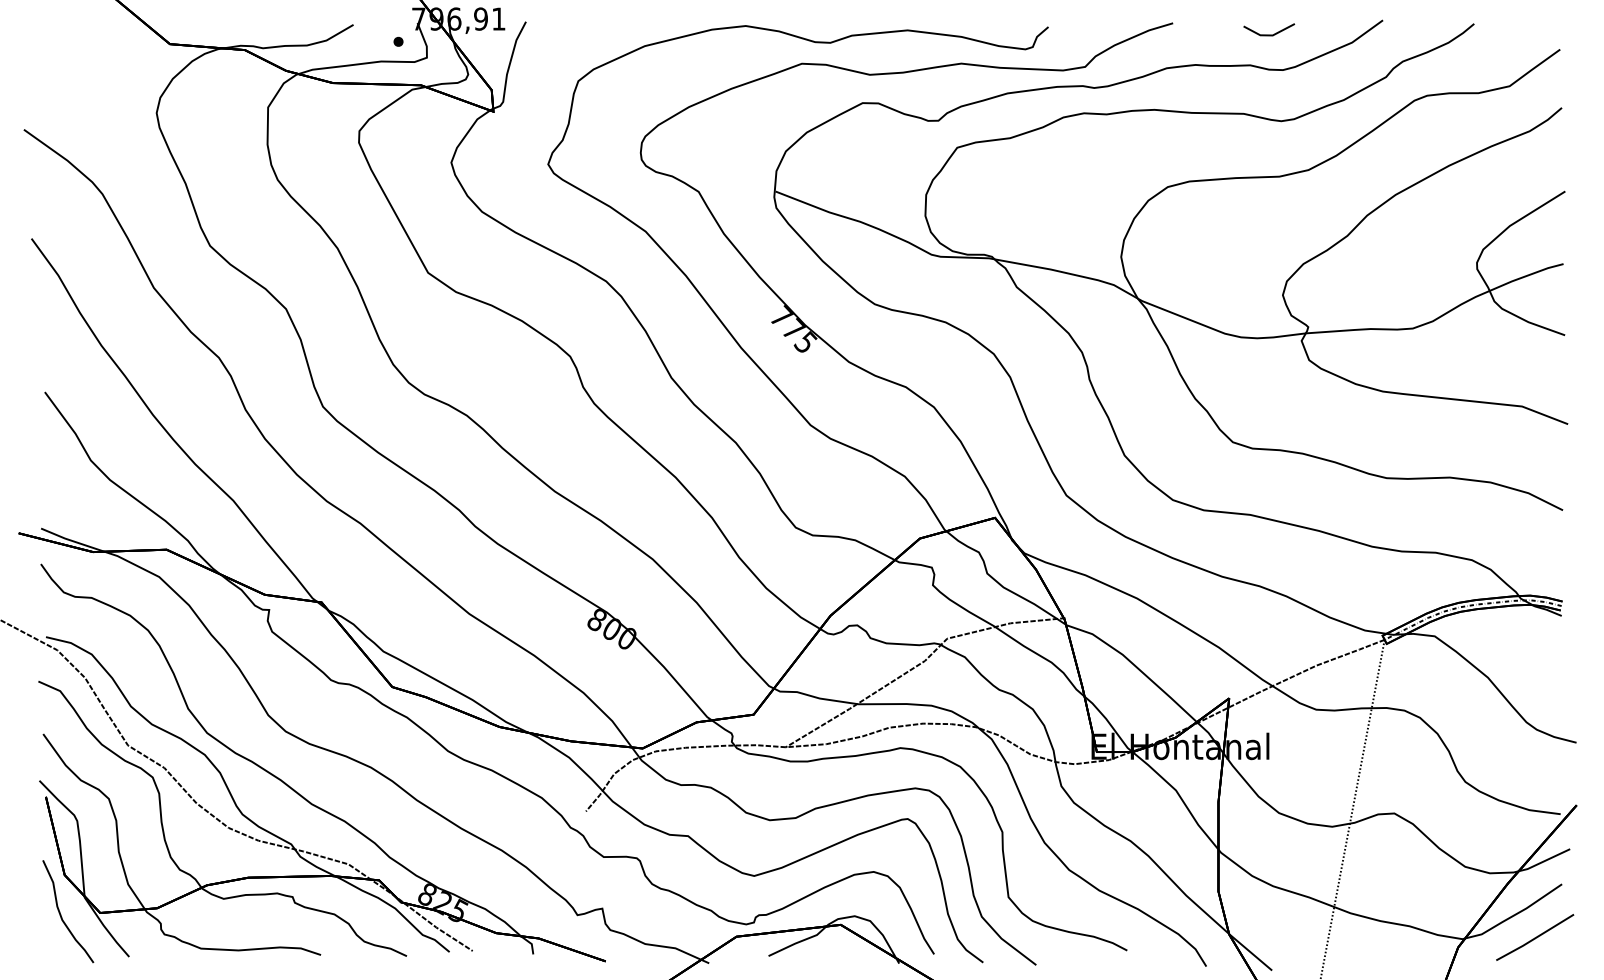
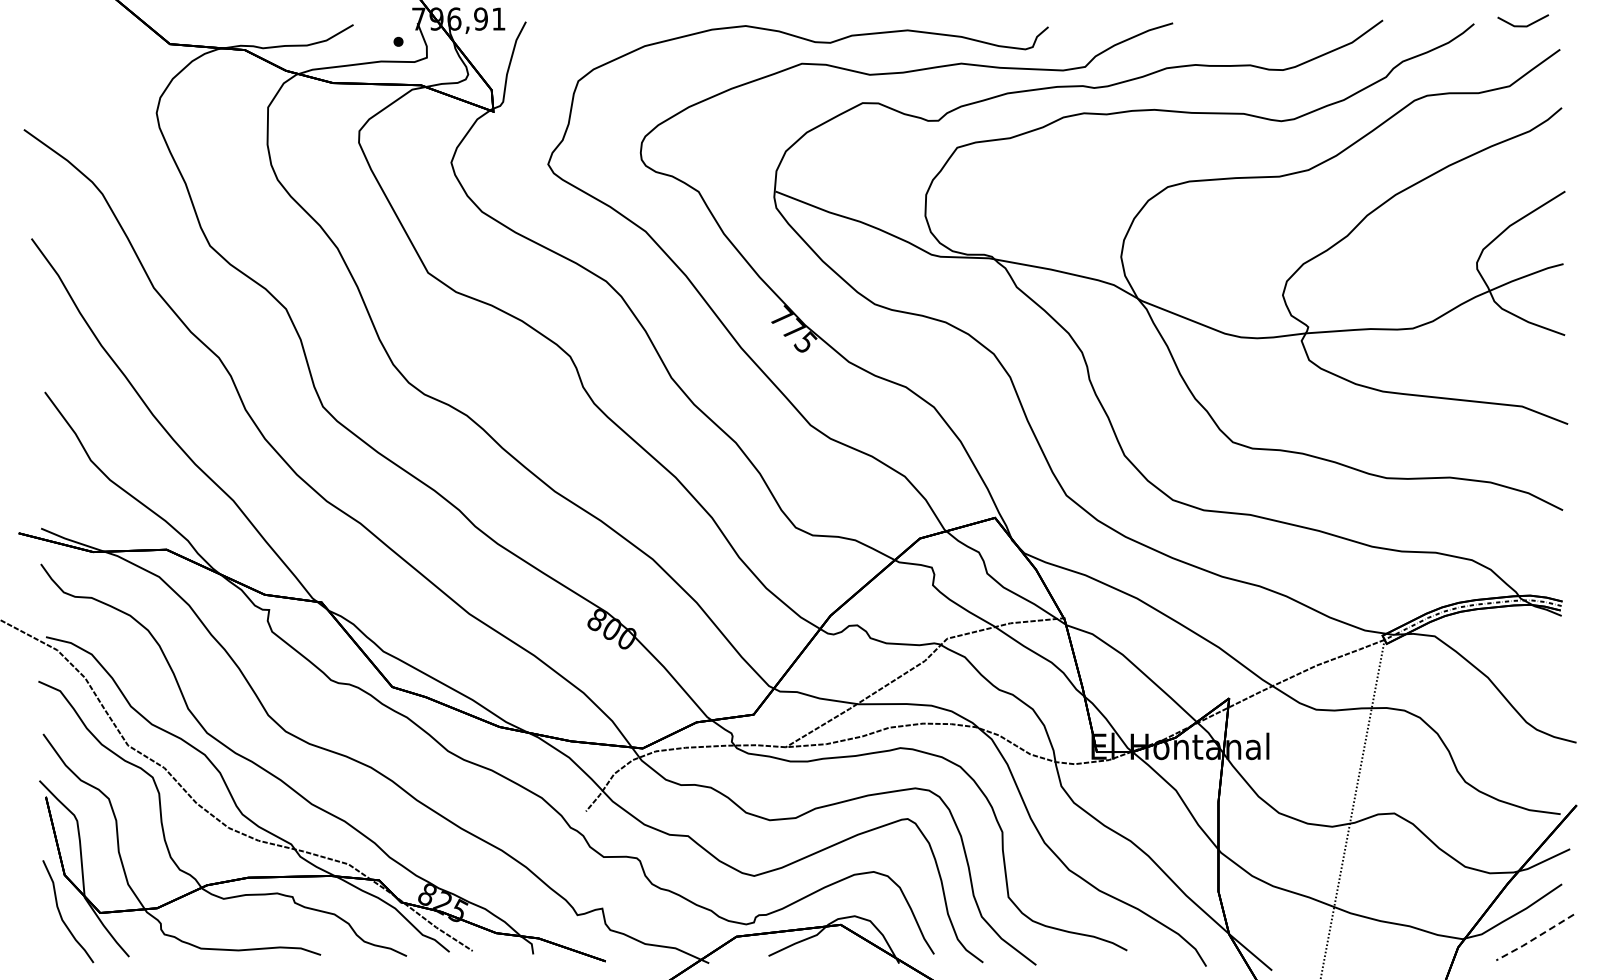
line at (1269, 34) position: (1269, 34) -> (1523, 25)
line at (1534, 938): solid -> dashed
